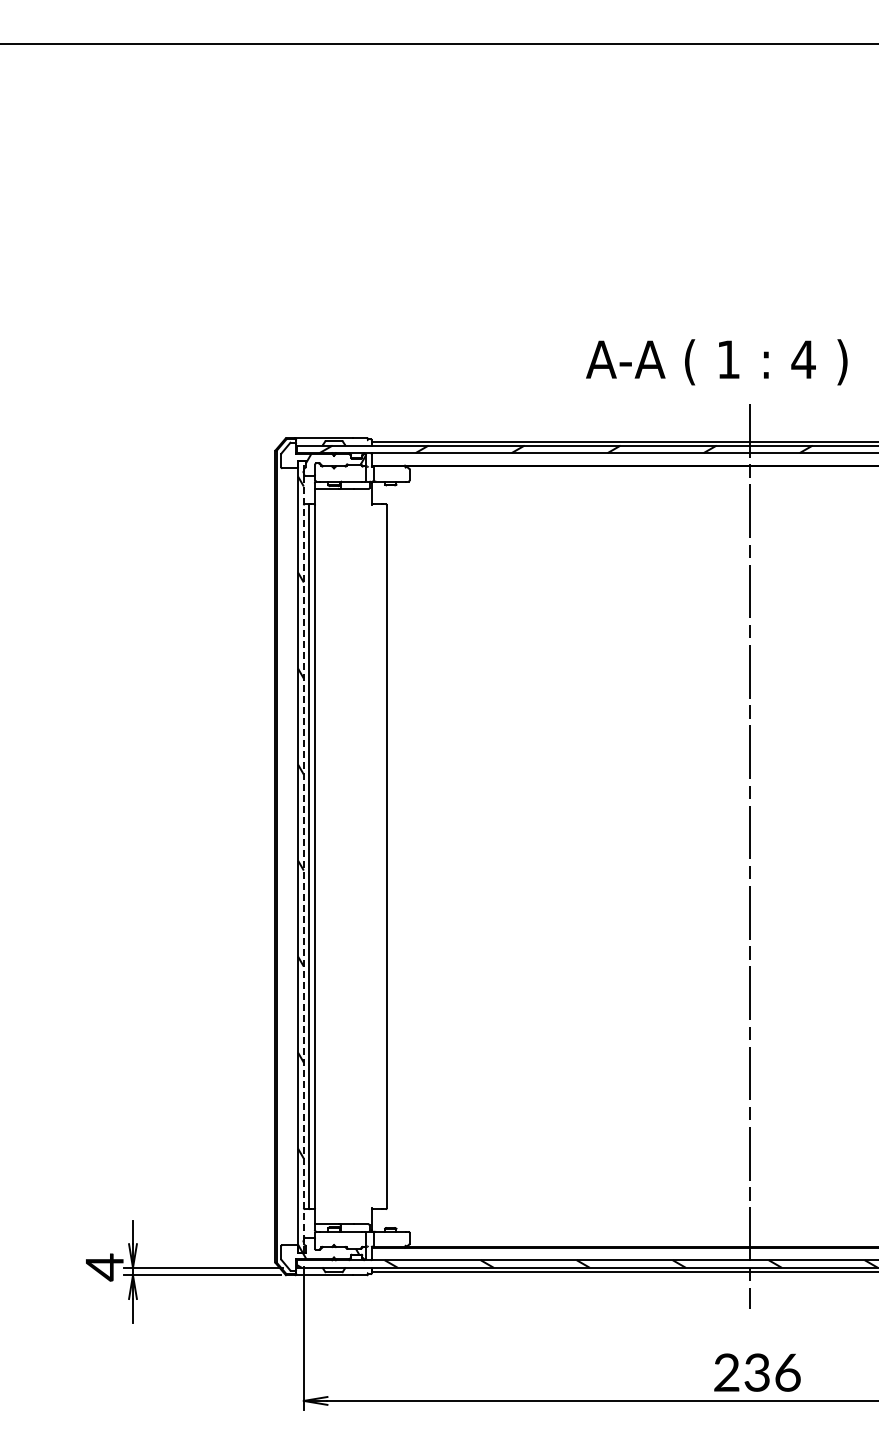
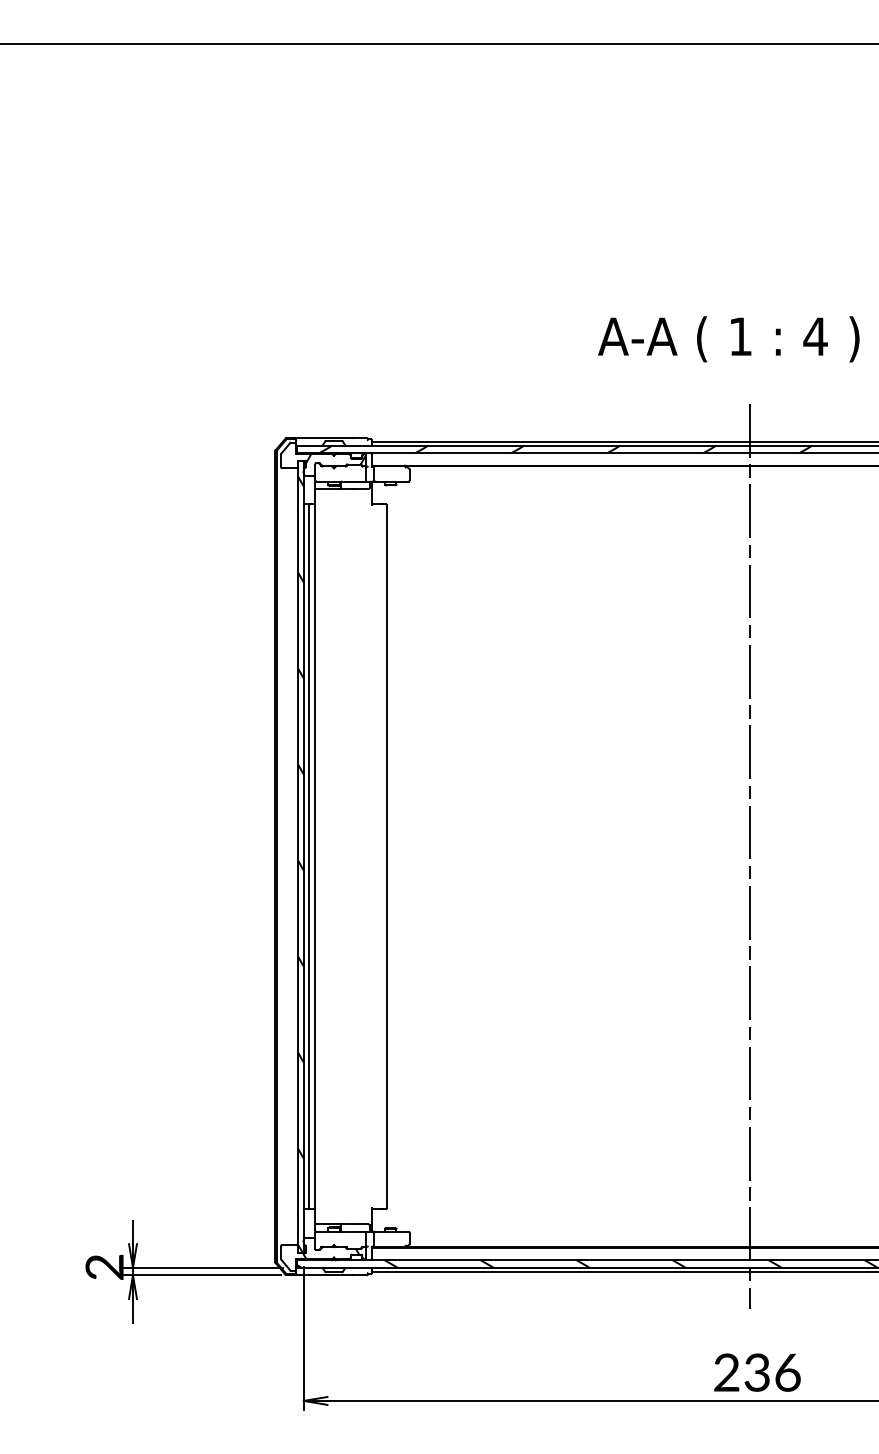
text at (716, 362) position: (716, 362) -> (728, 339)
line at (303, 856): dashed -> solid
text at (104, 1267): 4 -> 2
